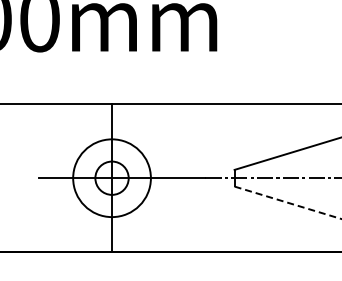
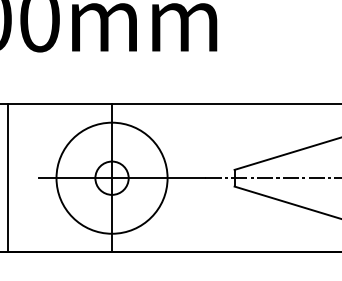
line at (8, 178): none -> present
circle at (111, 178) diameter: 78 px -> 111 px
line at (288, 202): dashed -> solid
